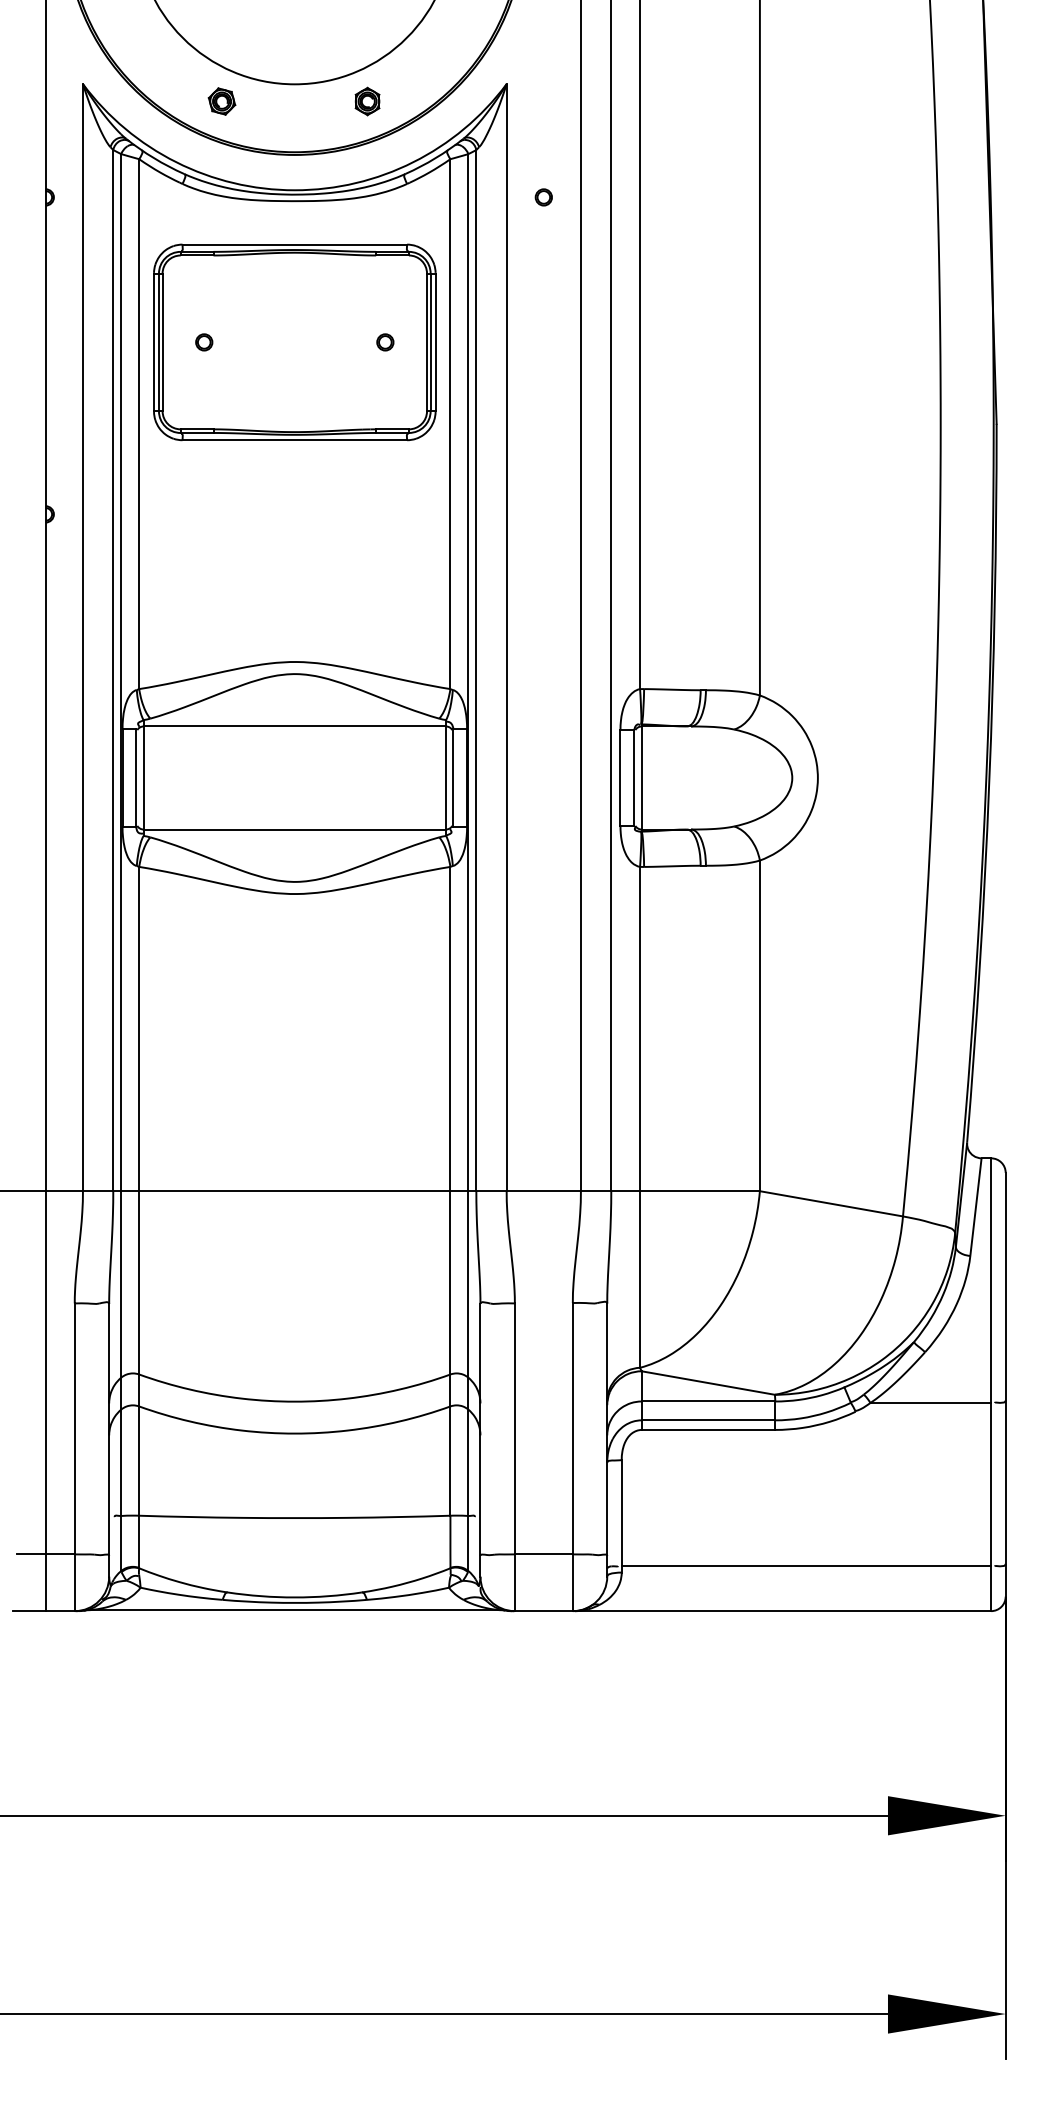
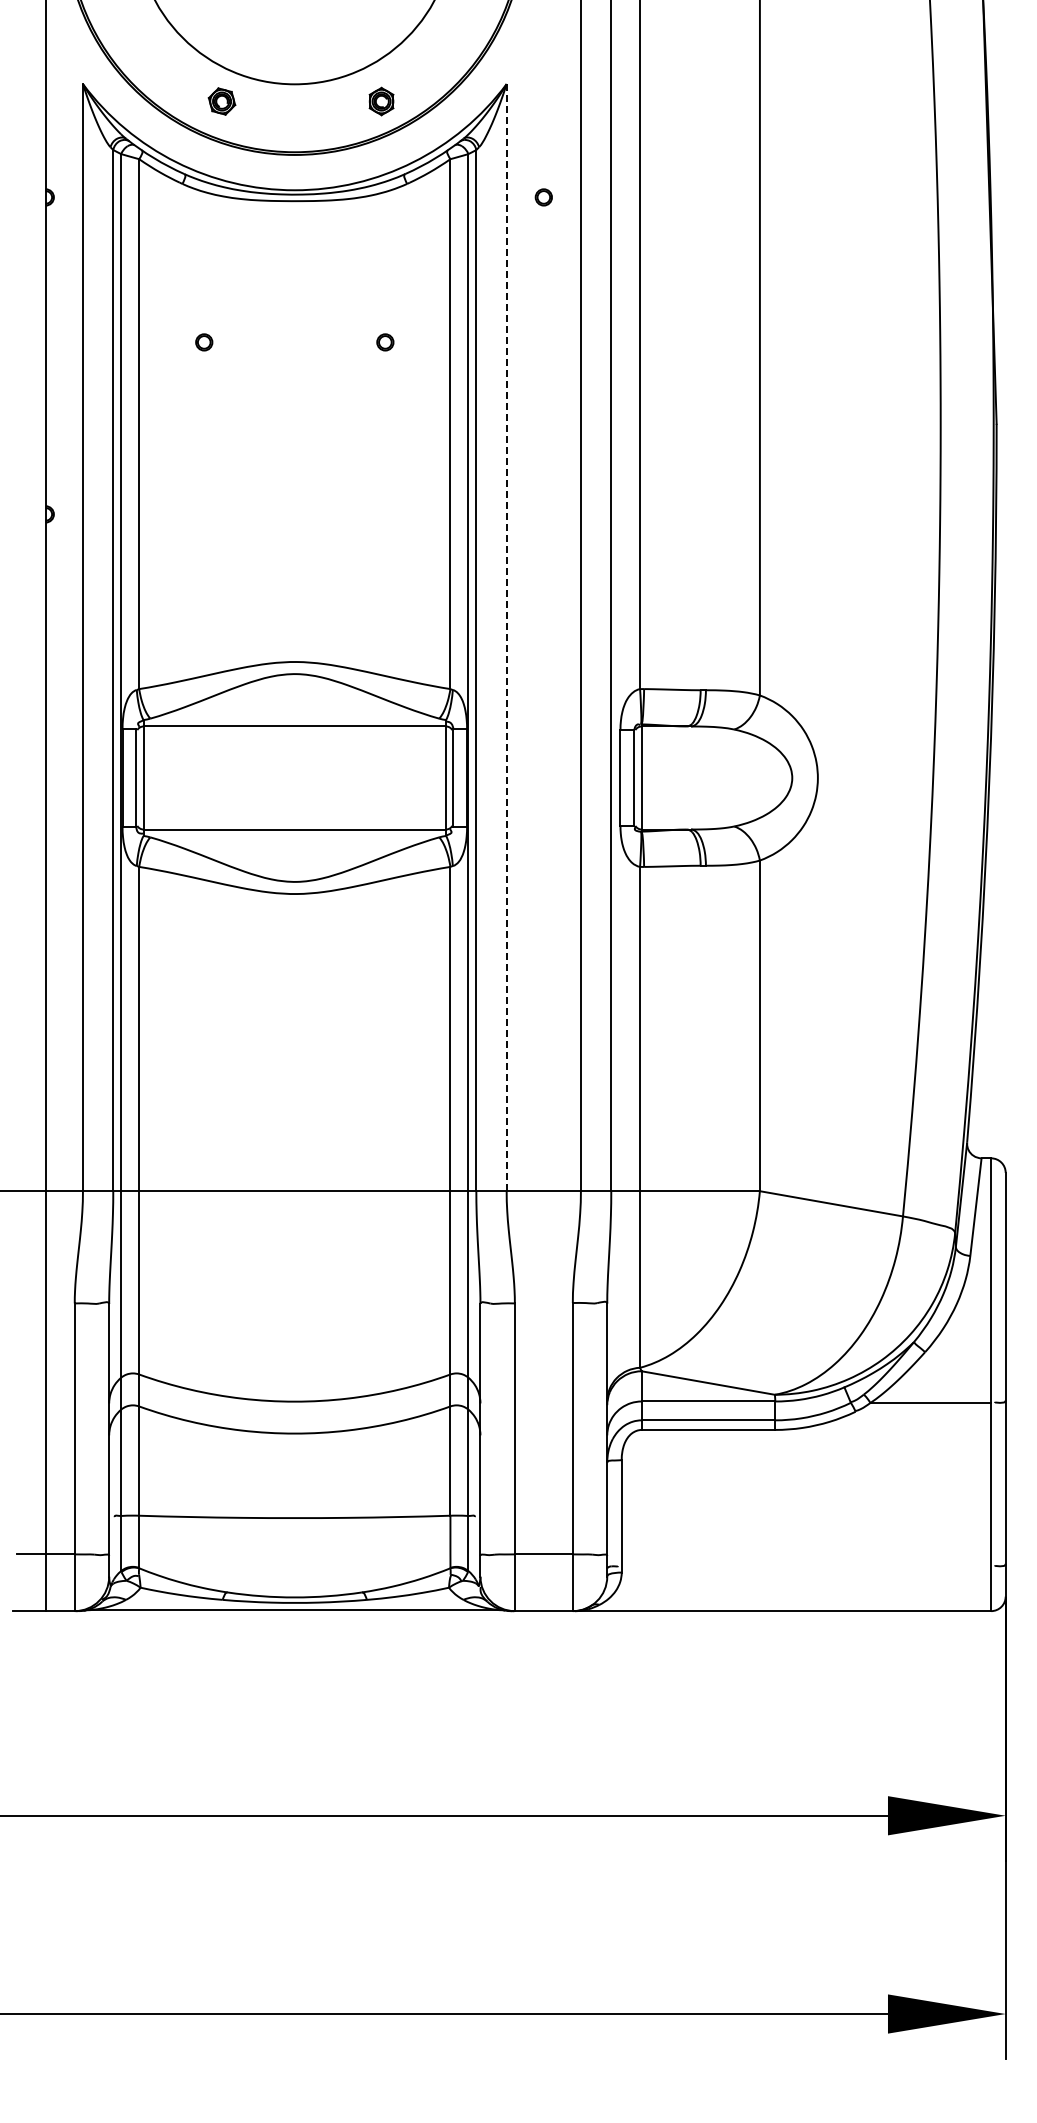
part at (367, 101) position: (367, 101) -> (381, 101)
part at (294, 342): present -> none
line at (506, 637): solid -> dashed
line at (806, 1566): present -> none
